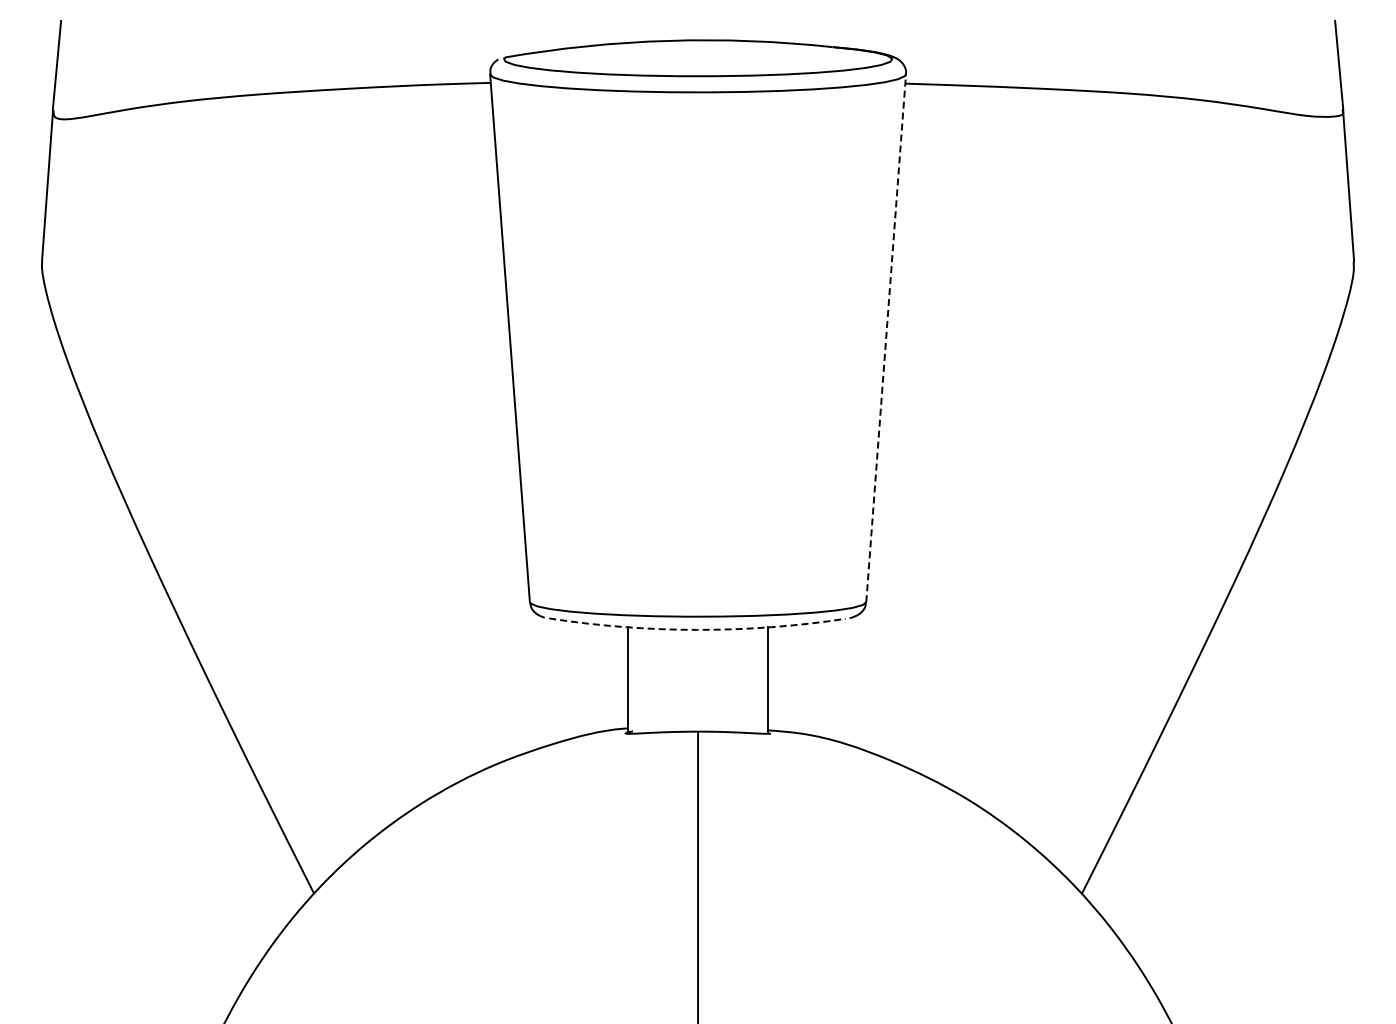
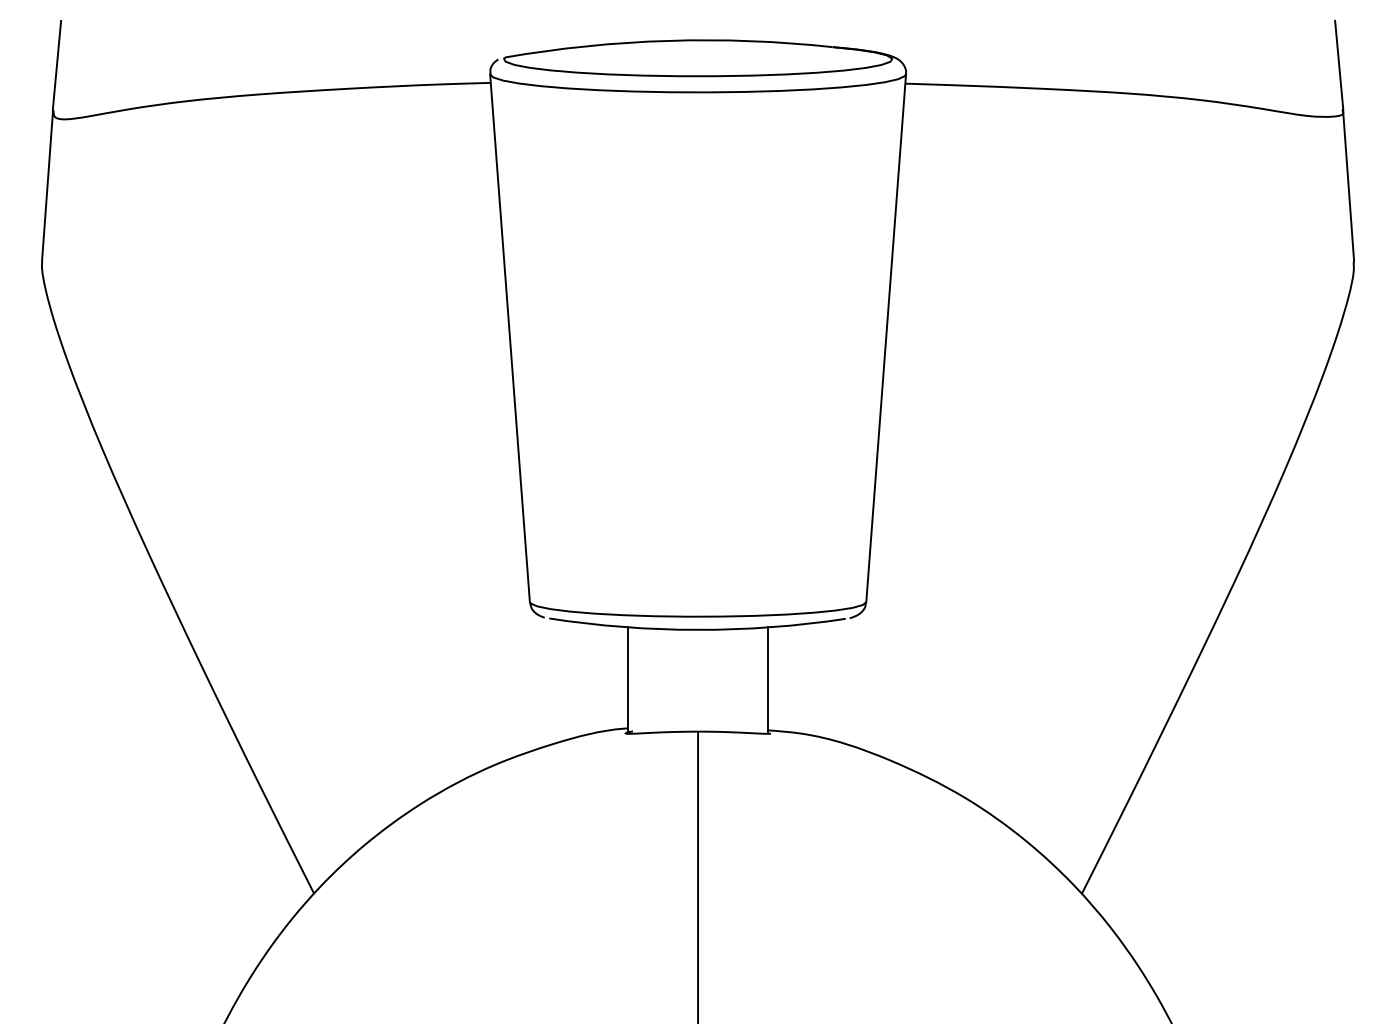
line at (886, 338): dashed -> solid
arc at (697, 629): dashed -> solid
